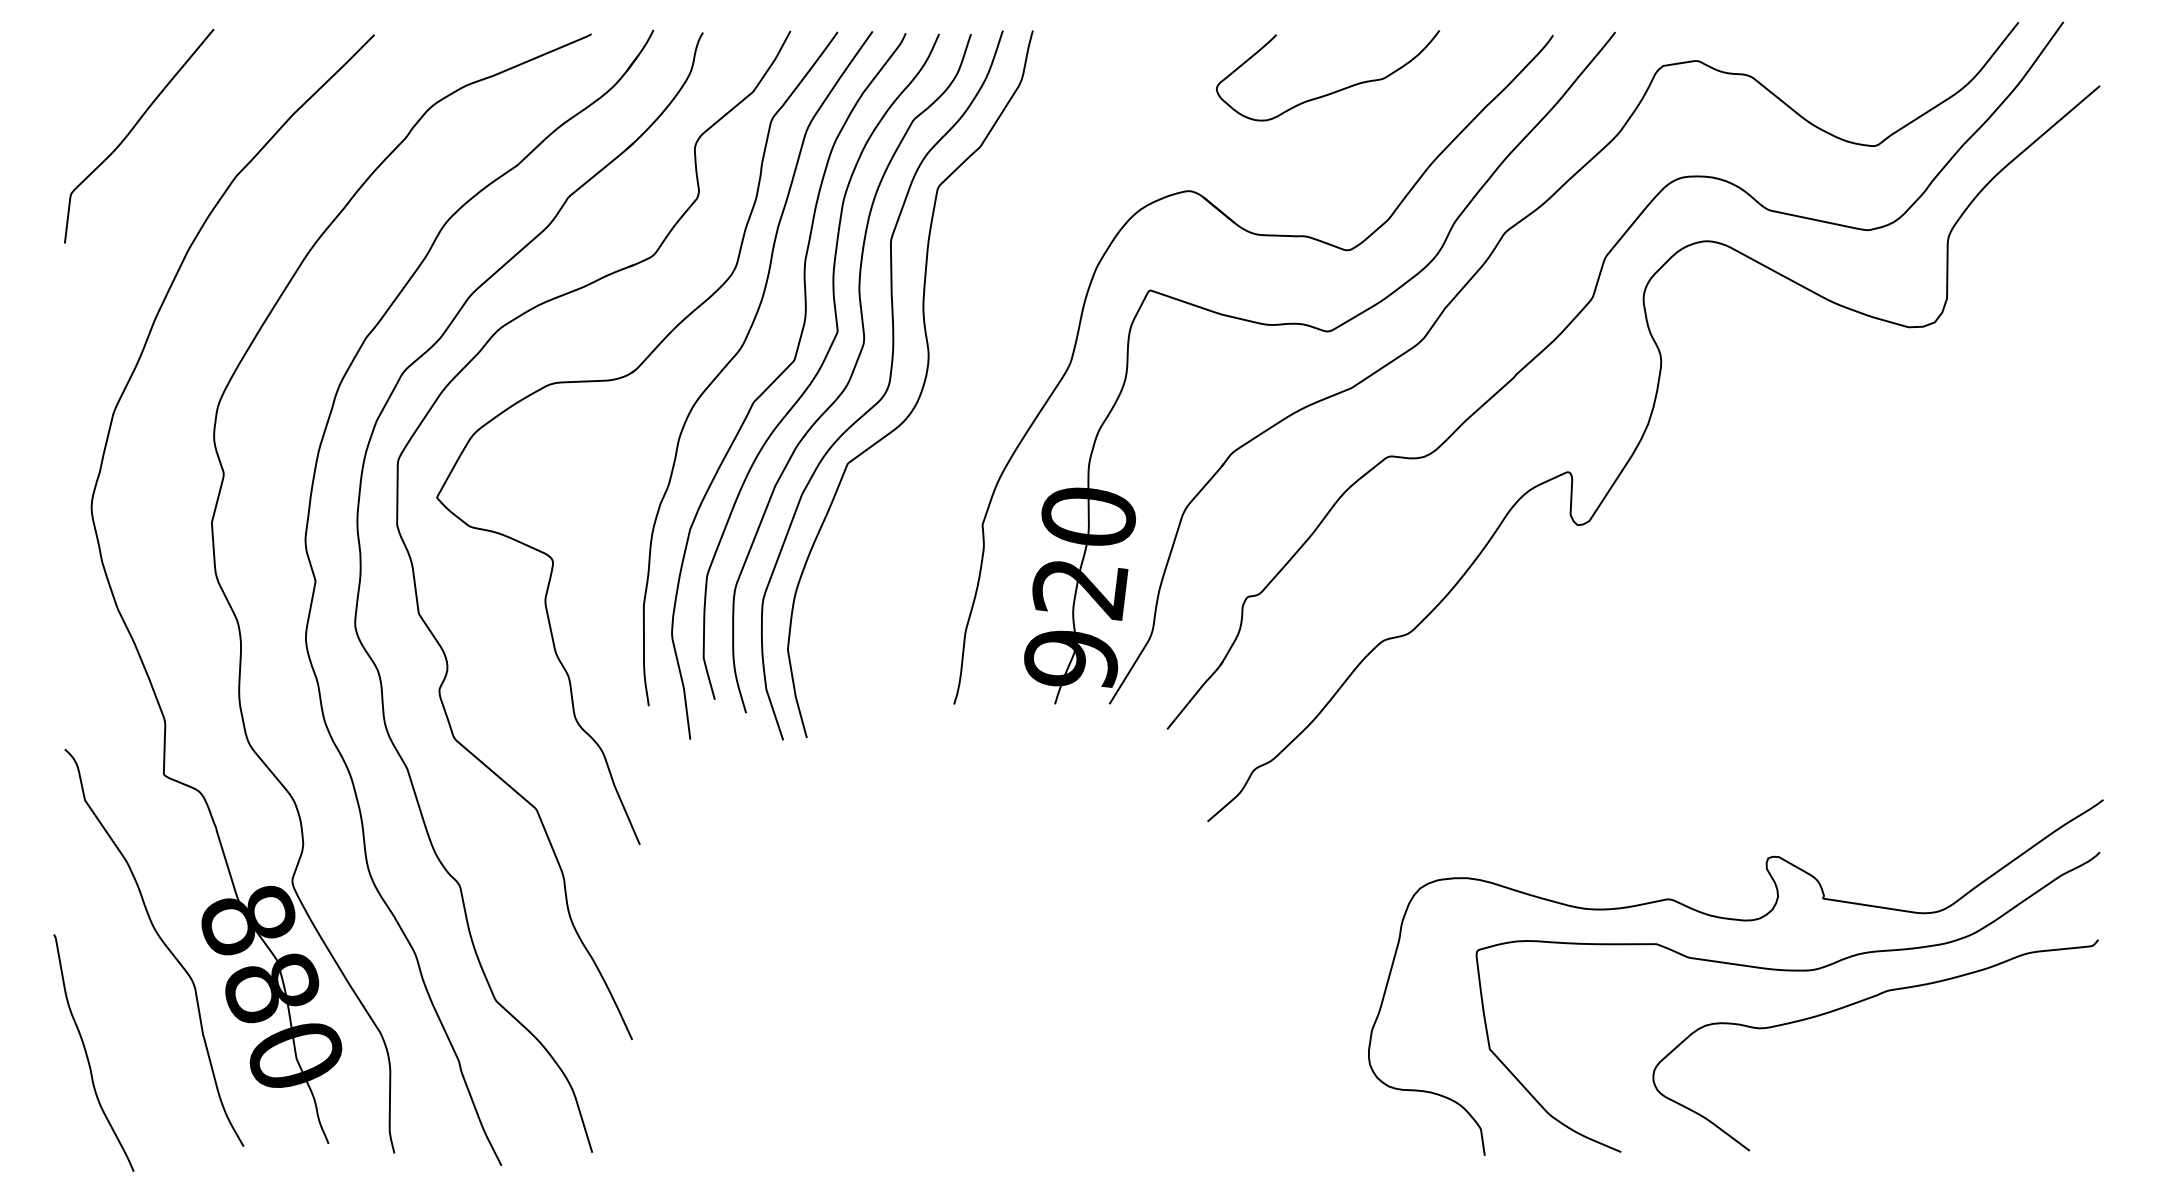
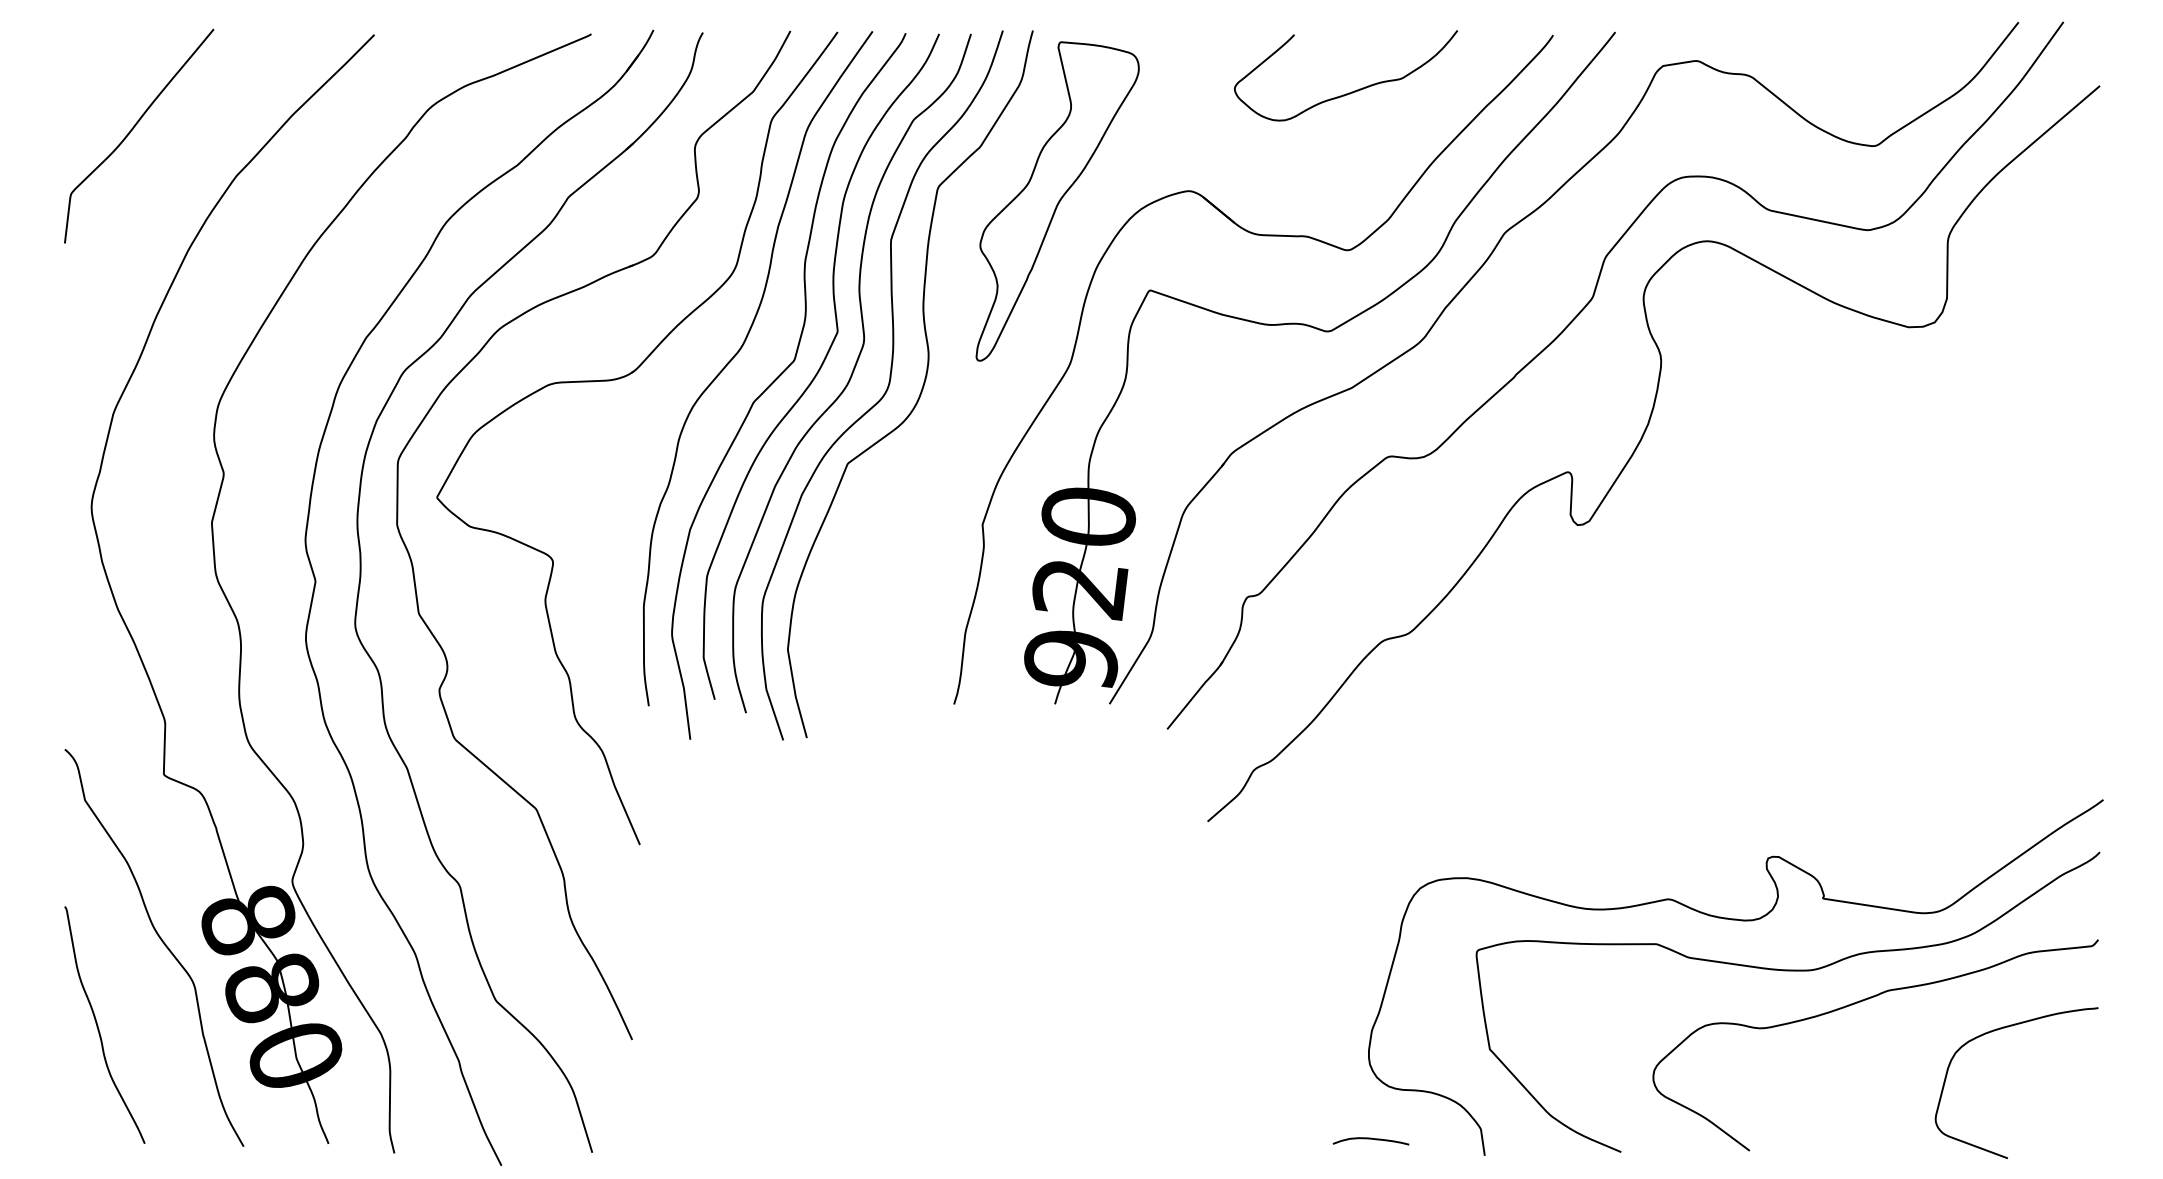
curve at (1333, 91) position: (1333, 91) -> (1351, 91)
part at (1057, 201): none -> present
curve at (1998, 1030): none -> present
curve at (87, 1053) position: (87, 1053) -> (98, 1025)
curve at (1370, 1139): none -> present
